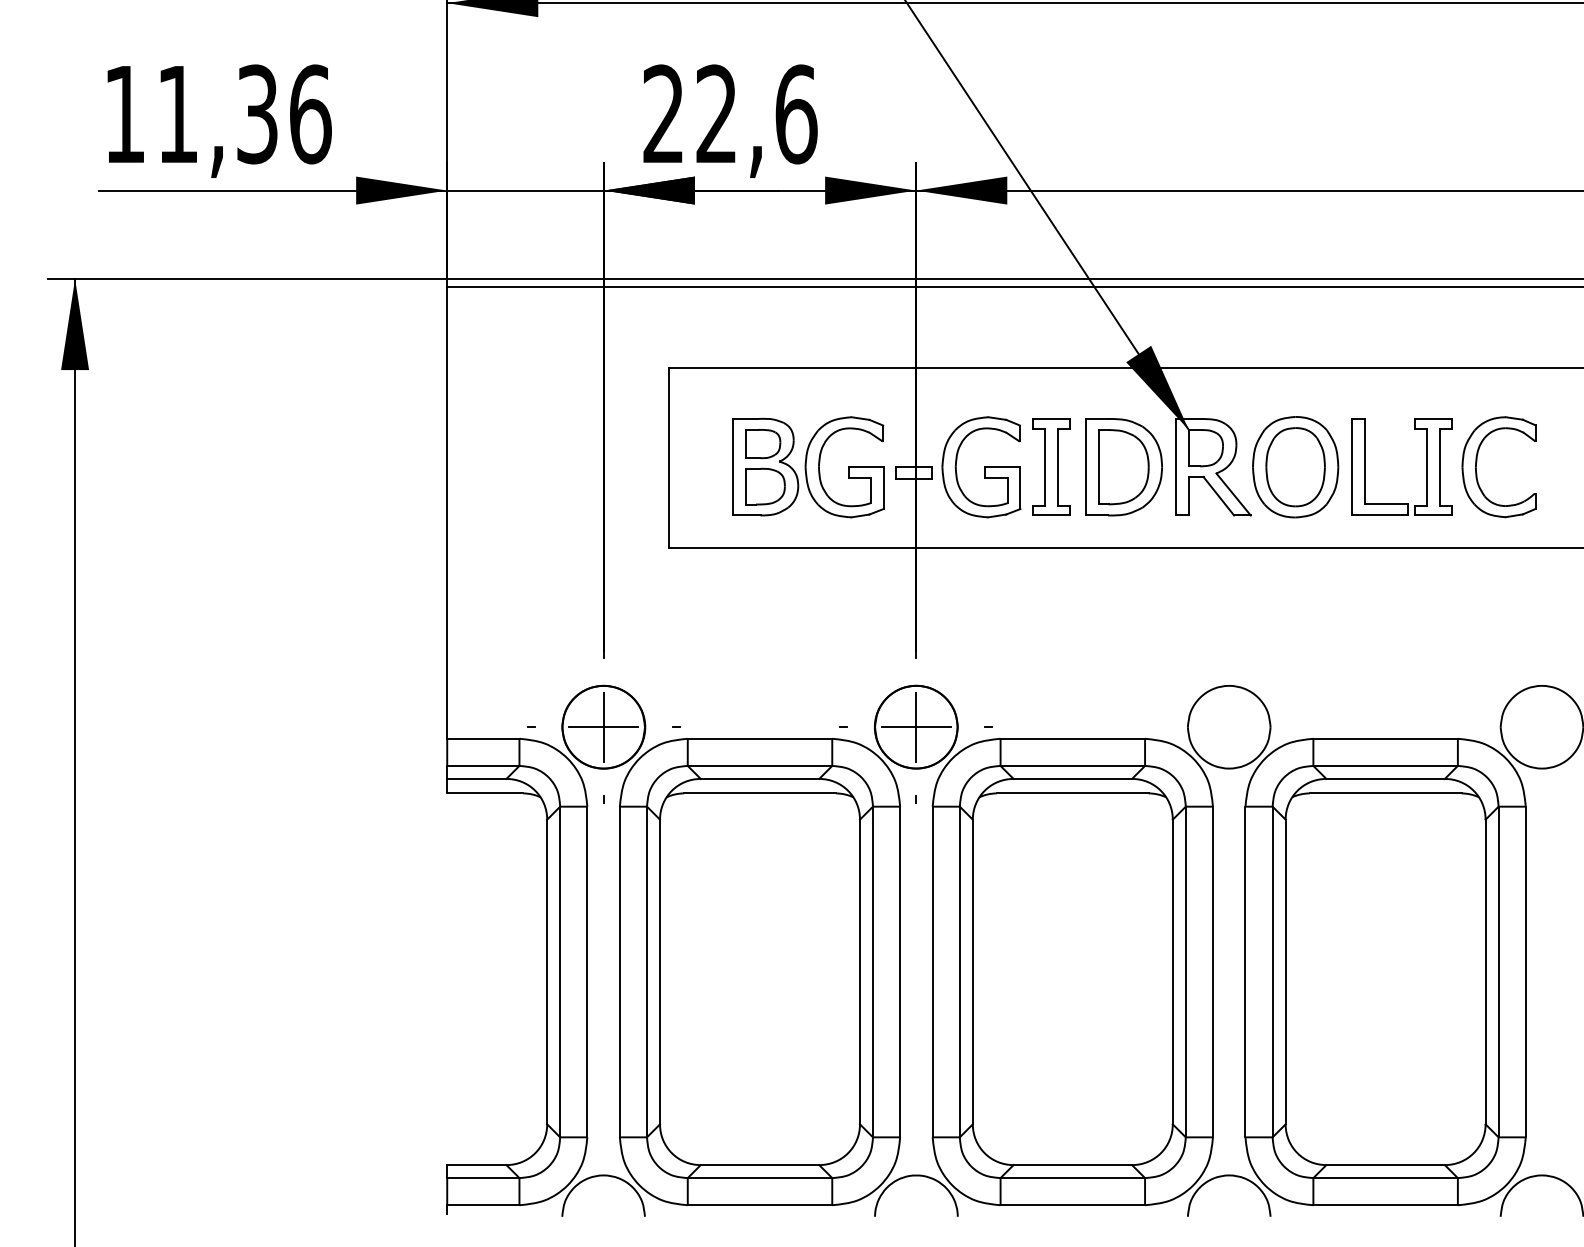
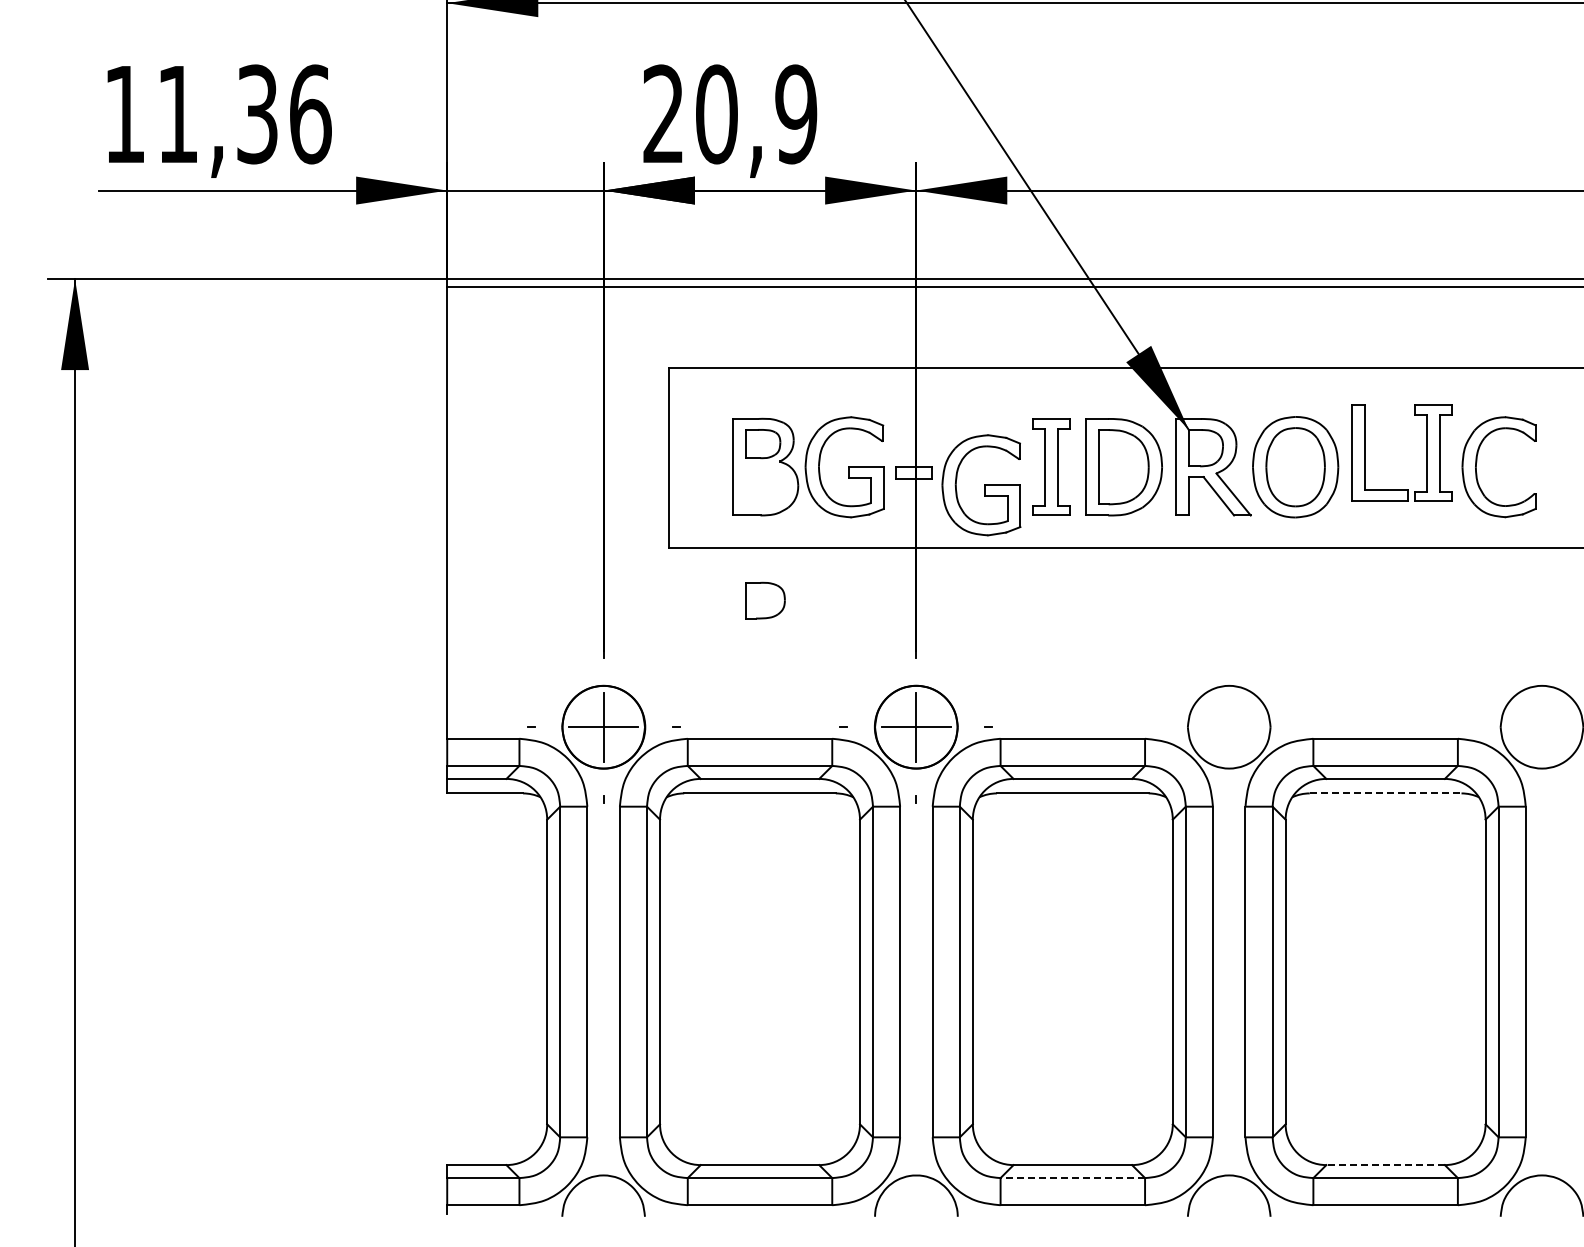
text at (756, 114): 22,6 -> 20,9
part at (1426, 466) position: (1426, 466) -> (1426, 452)
part at (981, 467) position: (981, 467) -> (981, 485)
part at (765, 486) position: (765, 486) -> (765, 600)
line at (1385, 793): solid -> dashed
line at (1385, 1165): solid -> dashed
line at (1072, 1178): solid -> dashed
